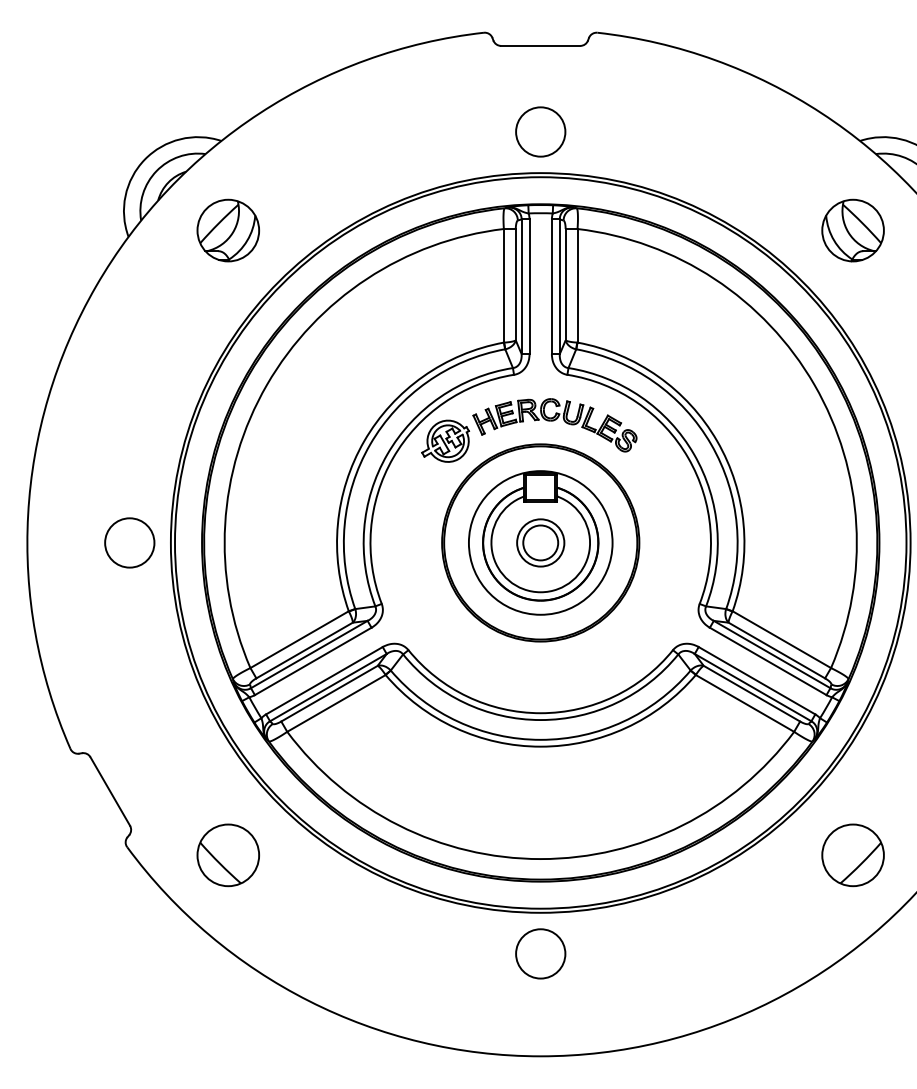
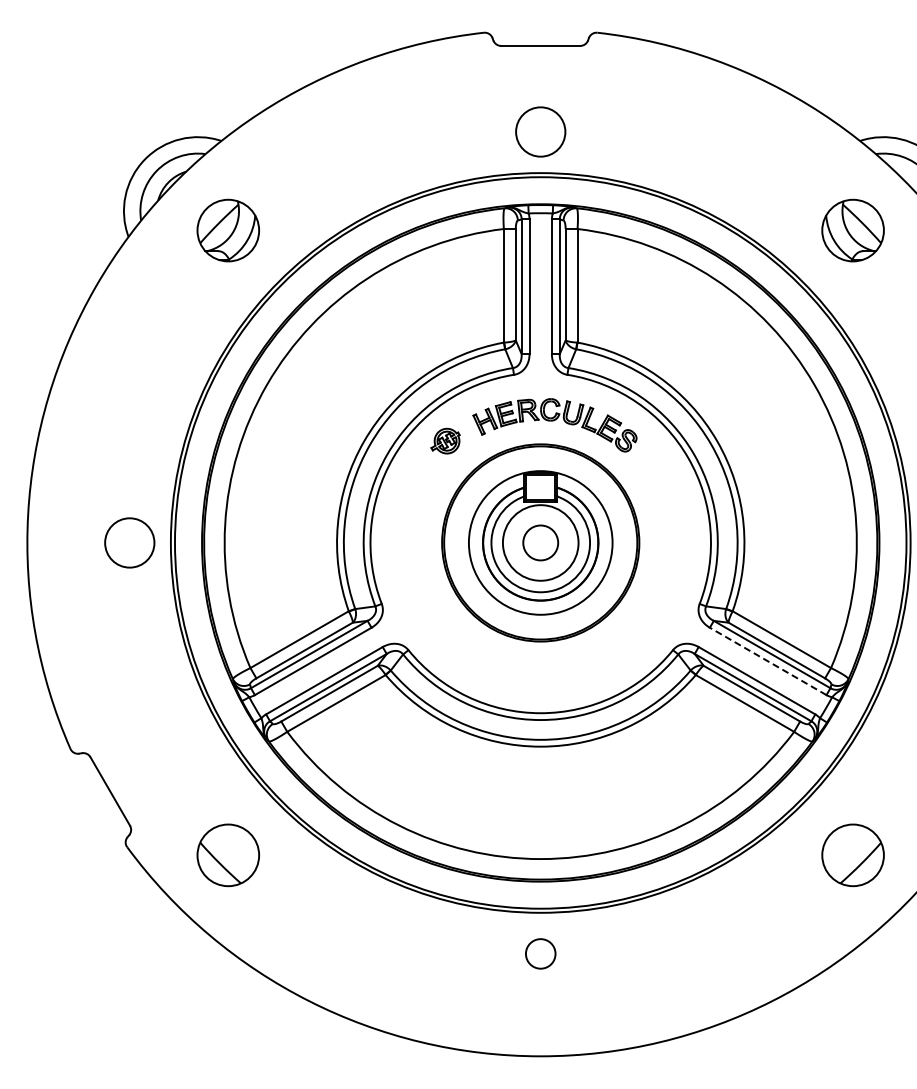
part at (445, 440) size: 49x44 px -> 31x28 px
circle at (540, 542) diameter: 47 px -> 76 px
line at (767, 661): solid -> dashed
circle at (540, 953) diameter: 49 px -> 30 px
